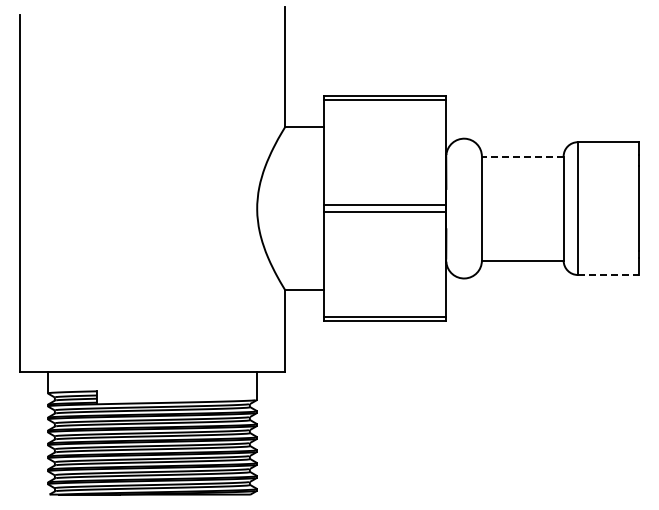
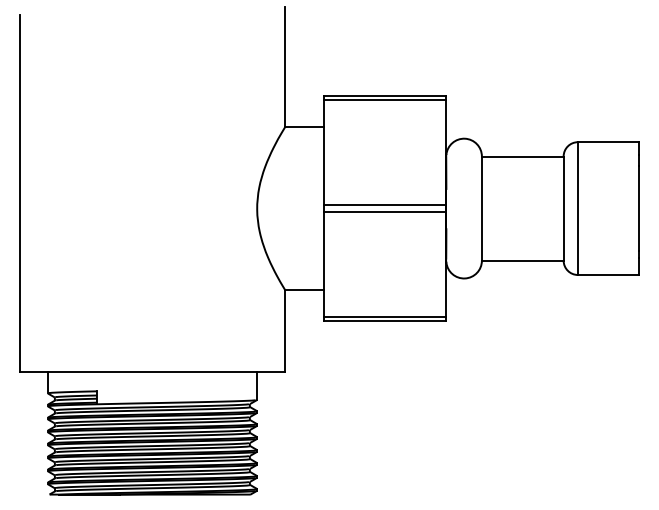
line at (522, 156): dashed -> solid
line at (608, 274): dashed -> solid
